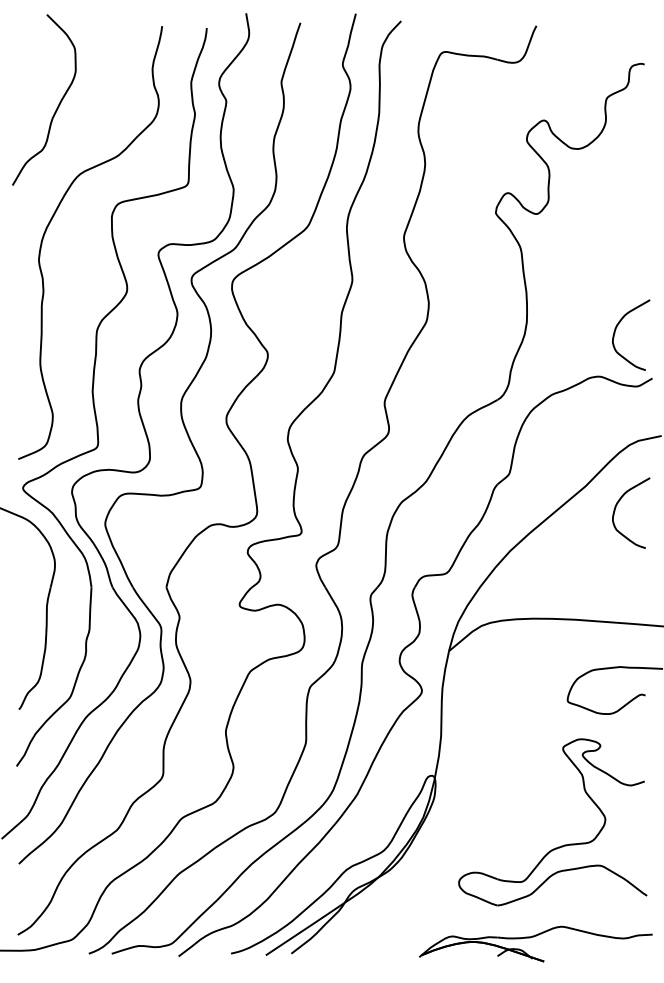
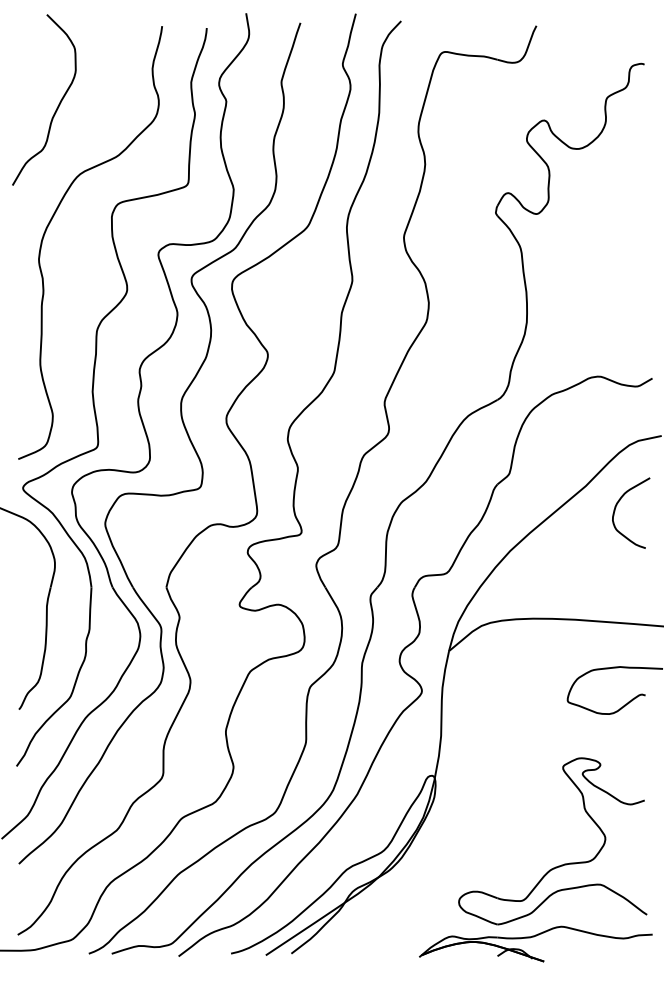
curve at (617, 327): present -> none
part at (561, 845) position: (561, 845) -> (561, 864)
